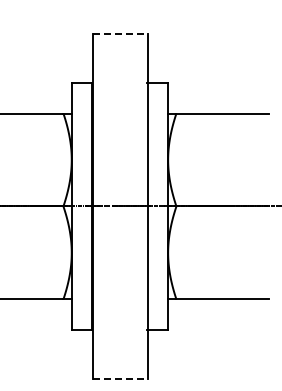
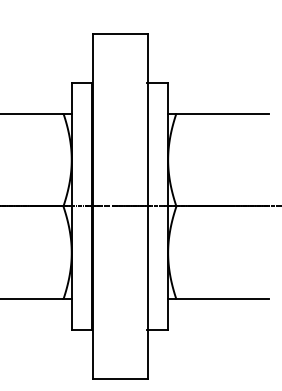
line at (120, 34): dashed -> solid
line at (120, 378): dashed -> solid
